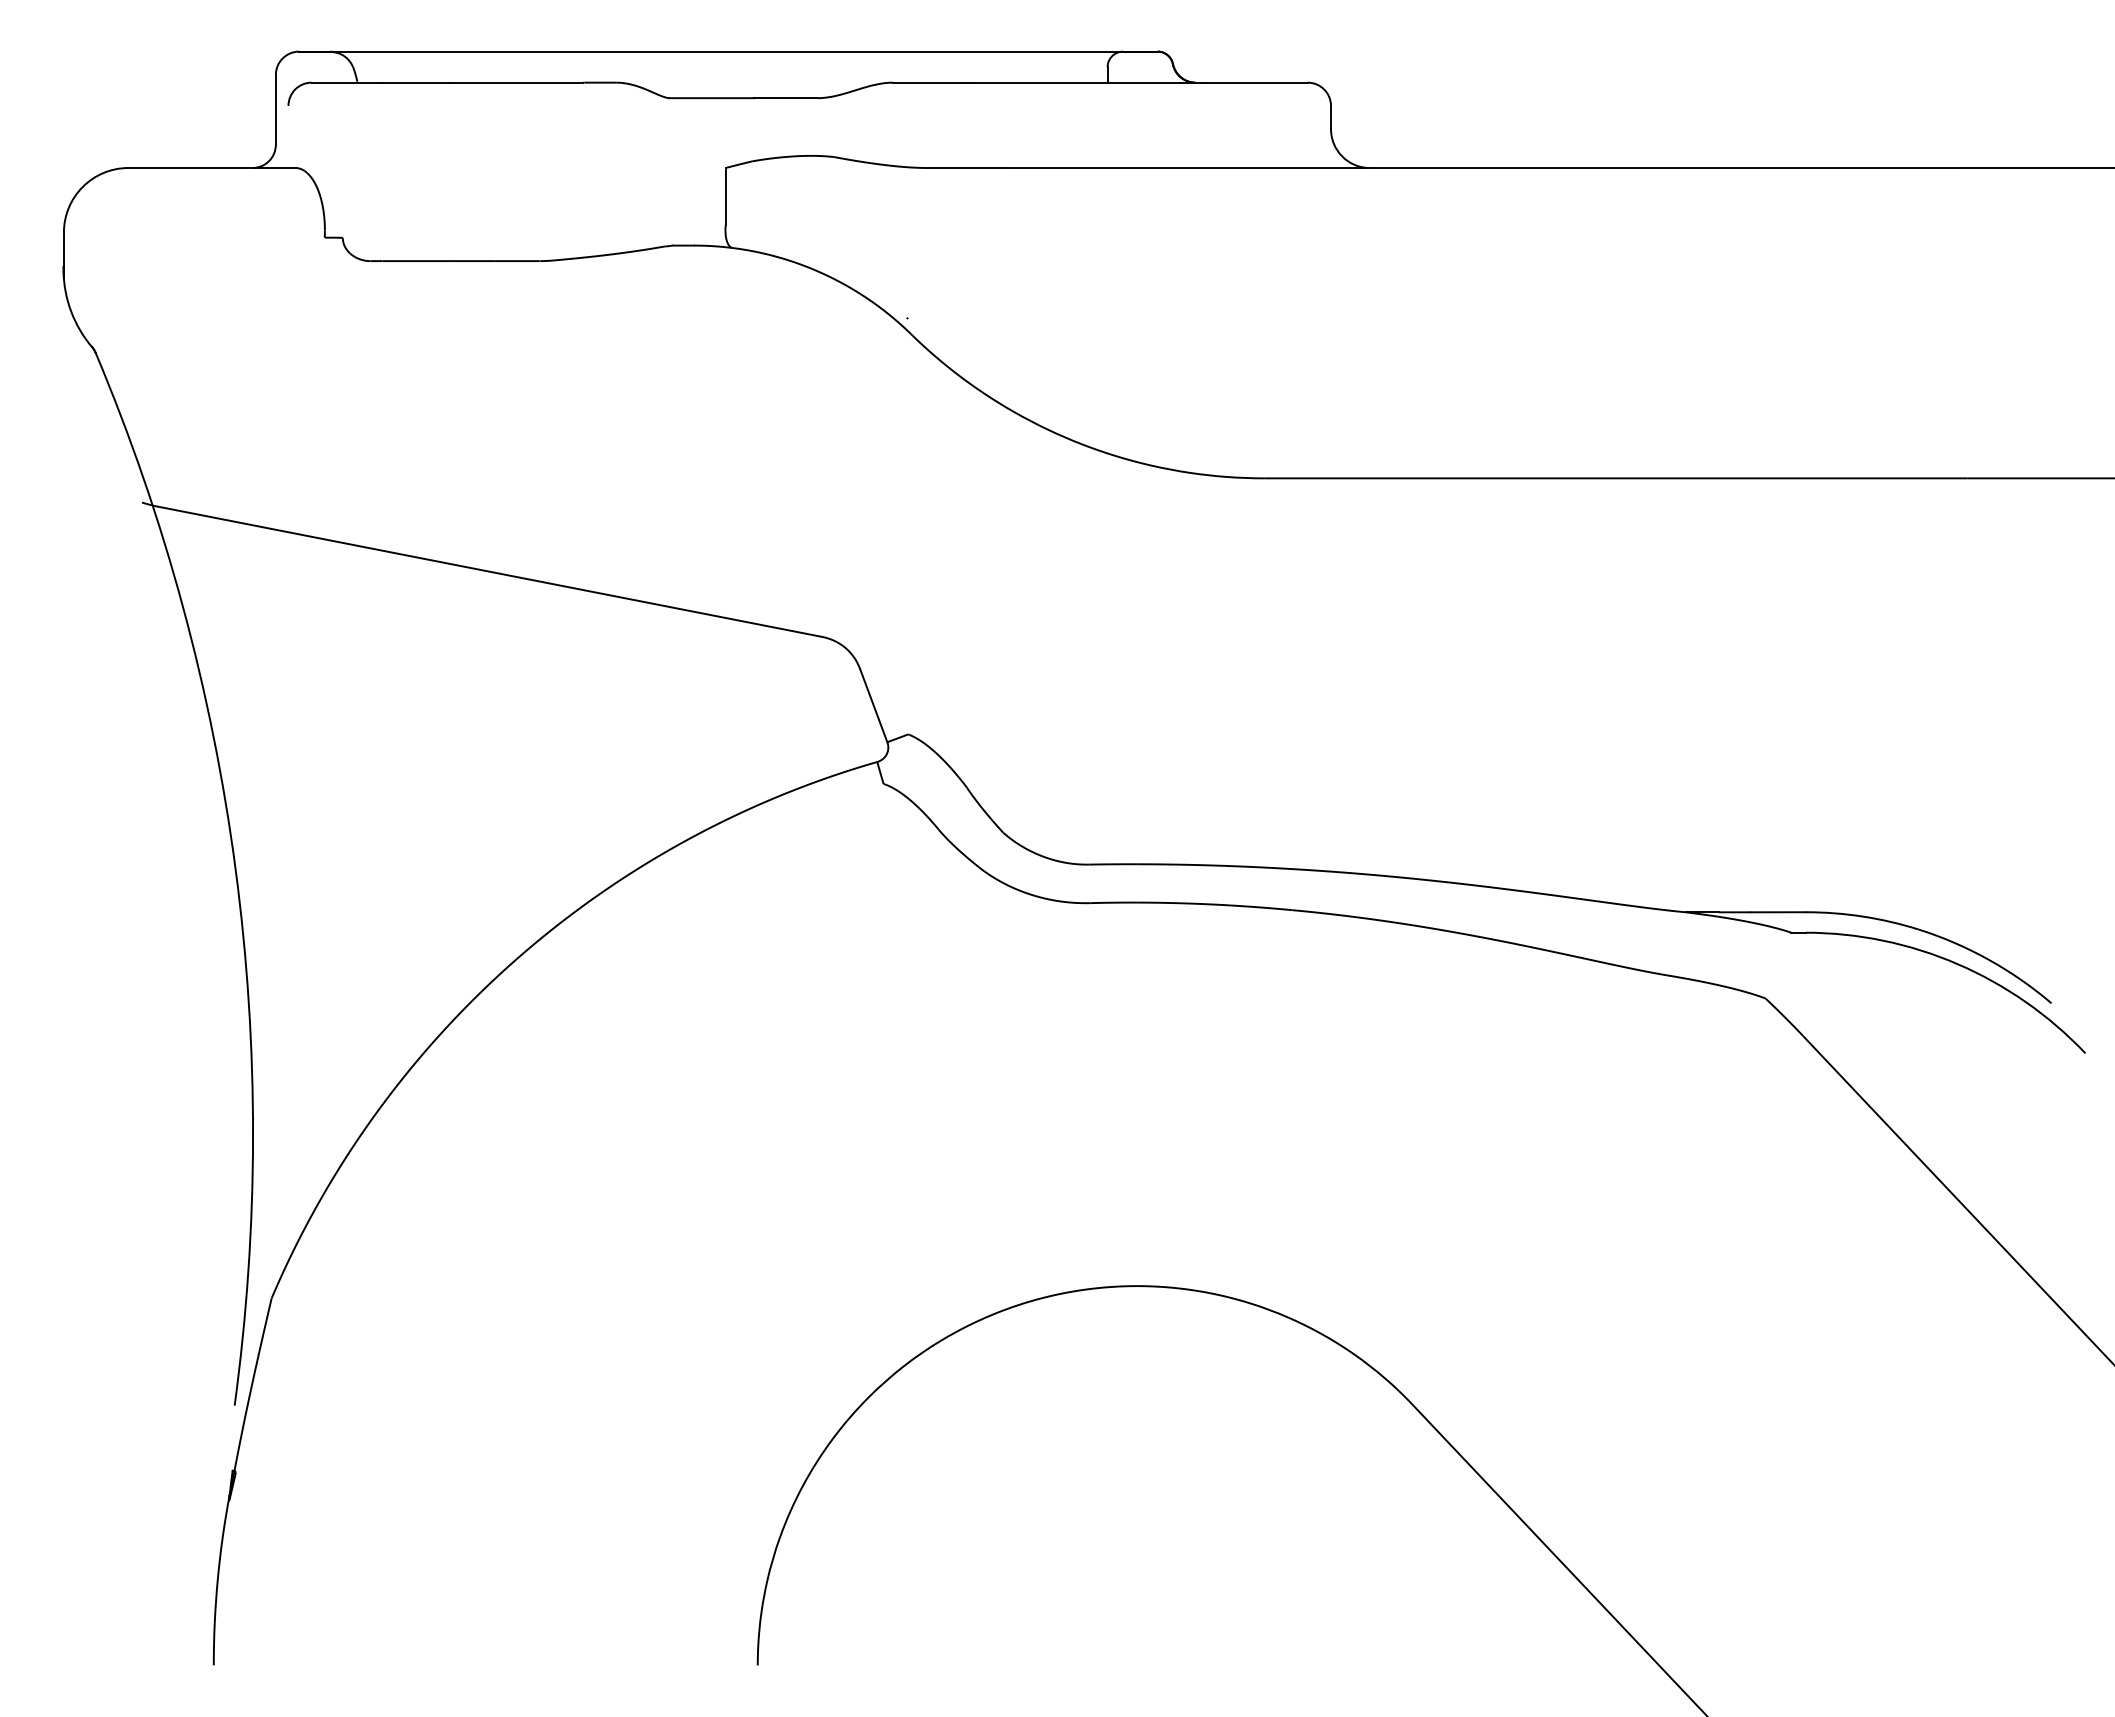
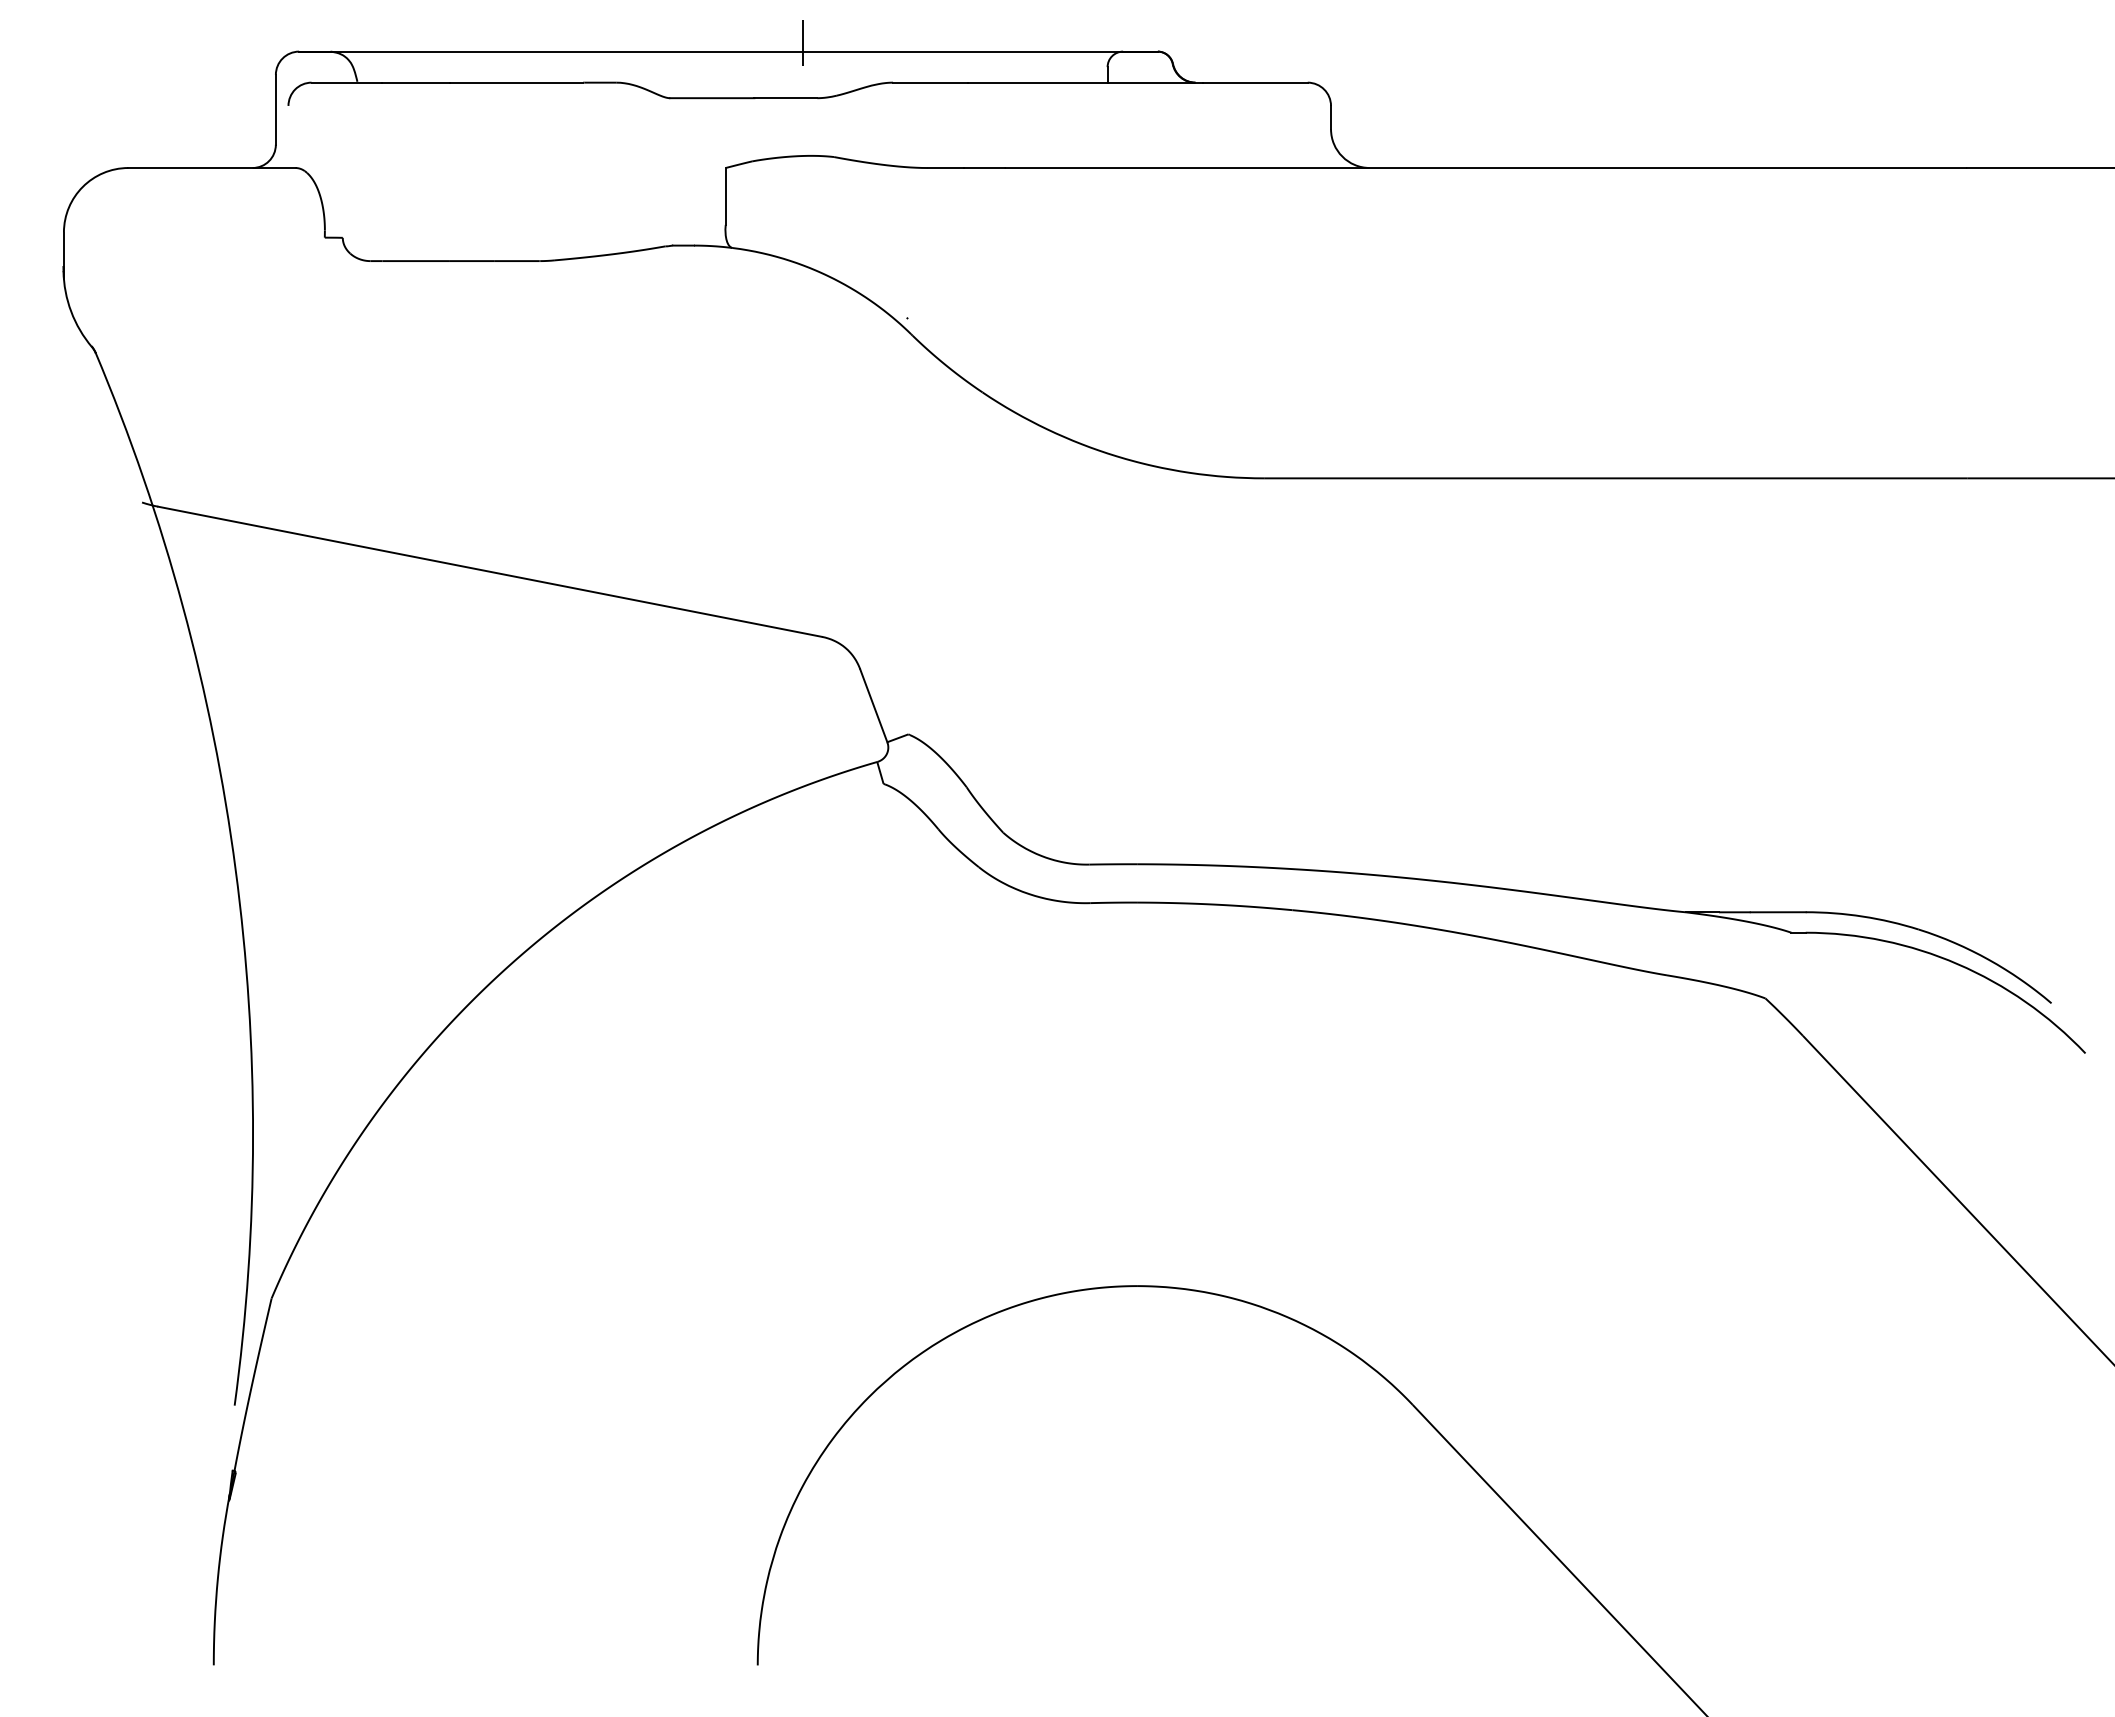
line at (803, 43): none -> present
